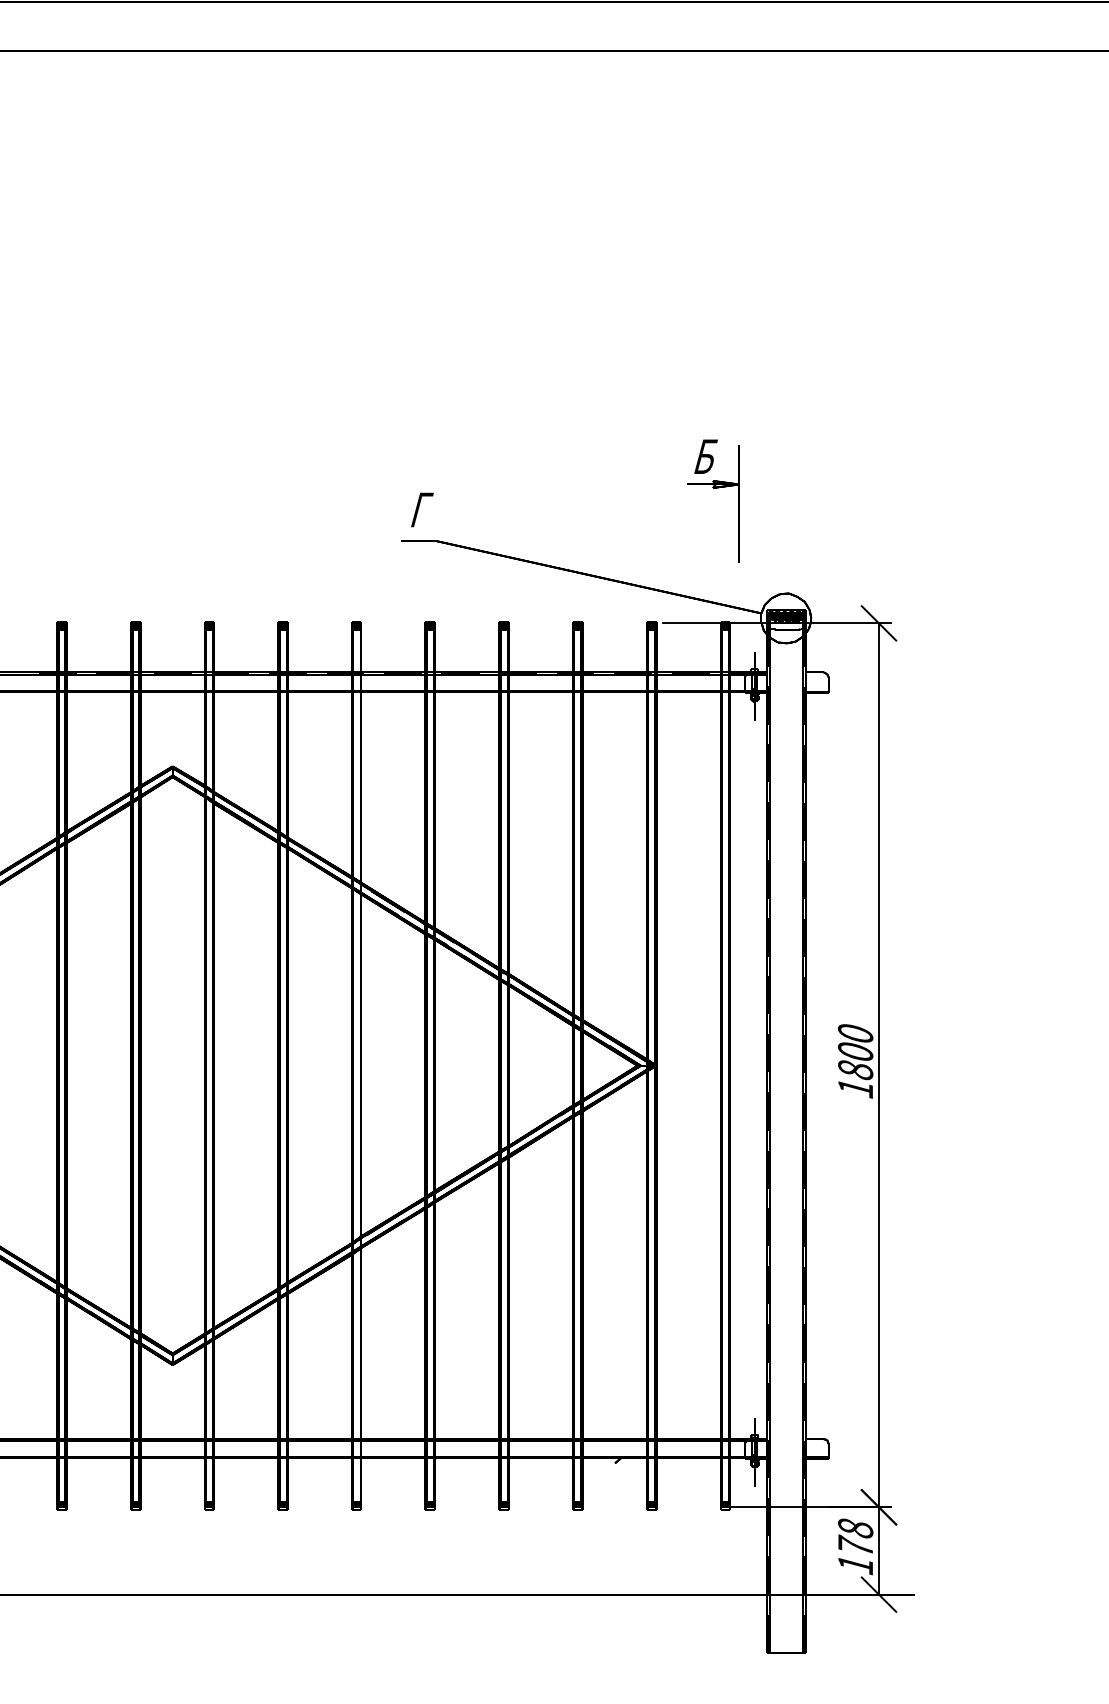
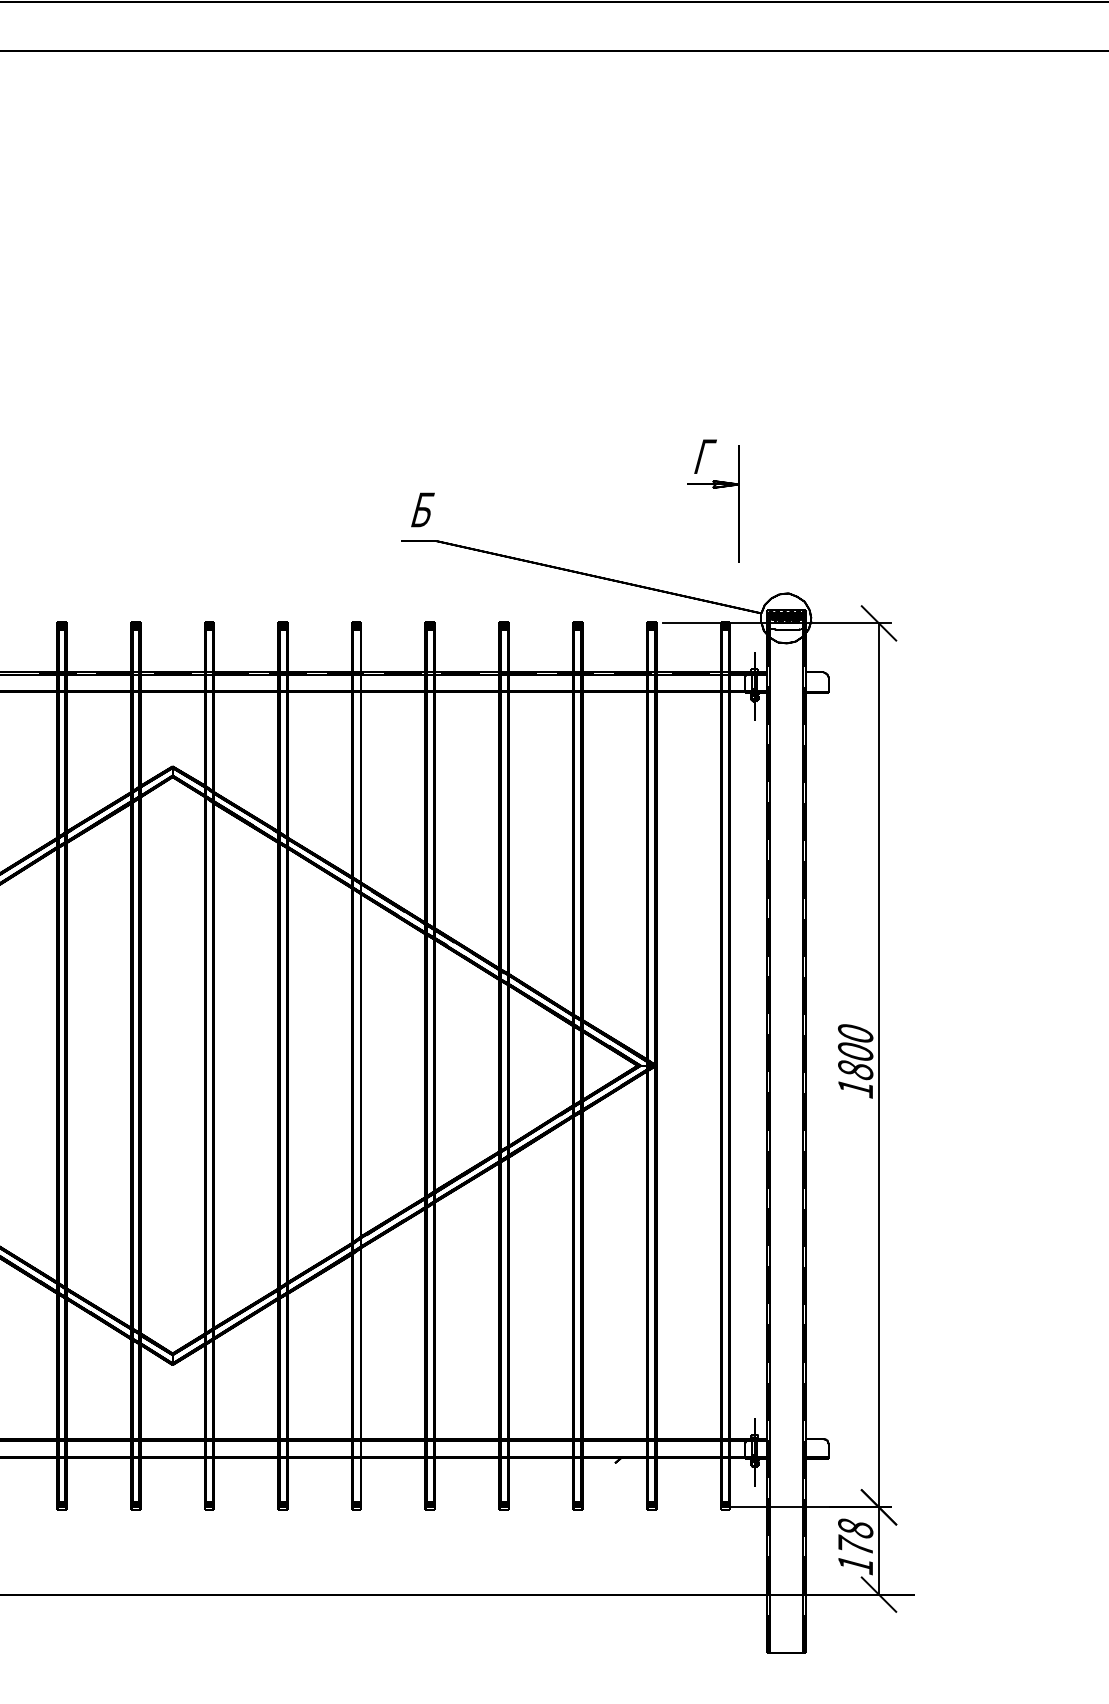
text at (707, 456): Б -> Г
text at (424, 509): Г -> Б
